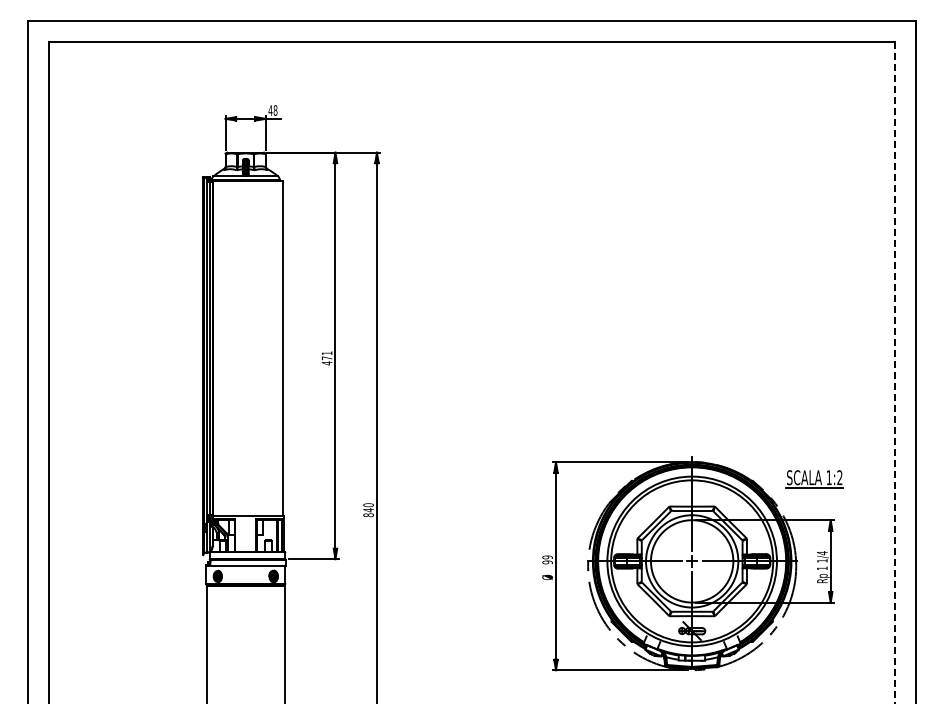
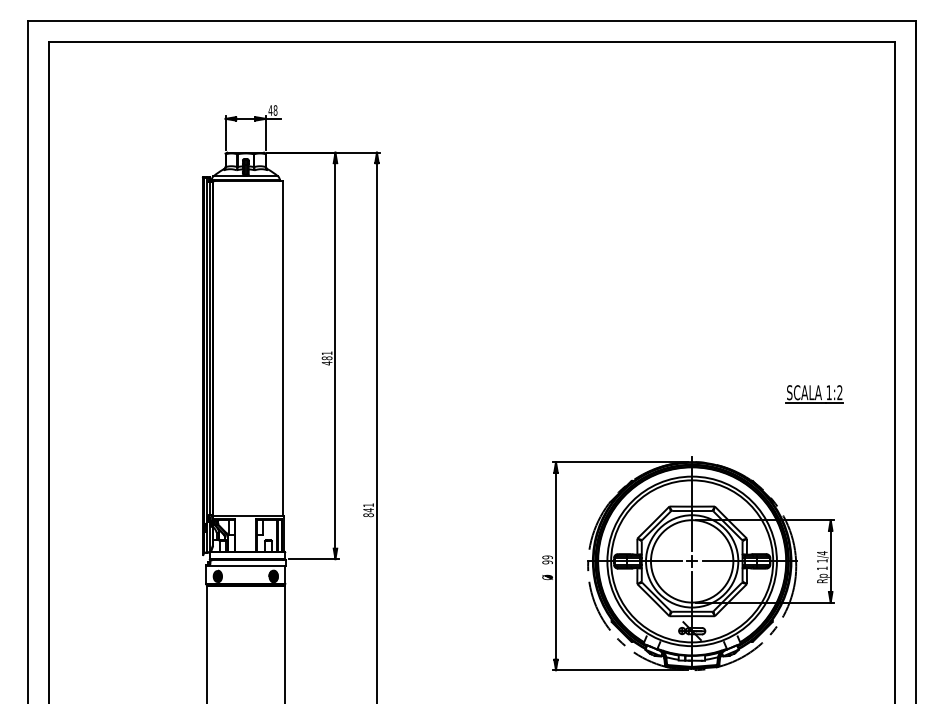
text at (326, 358): 471 -> 481
line at (894, 373): dashed -> solid
part at (814, 479) position: (814, 479) -> (814, 394)
text at (368, 505): 840 -> 841
